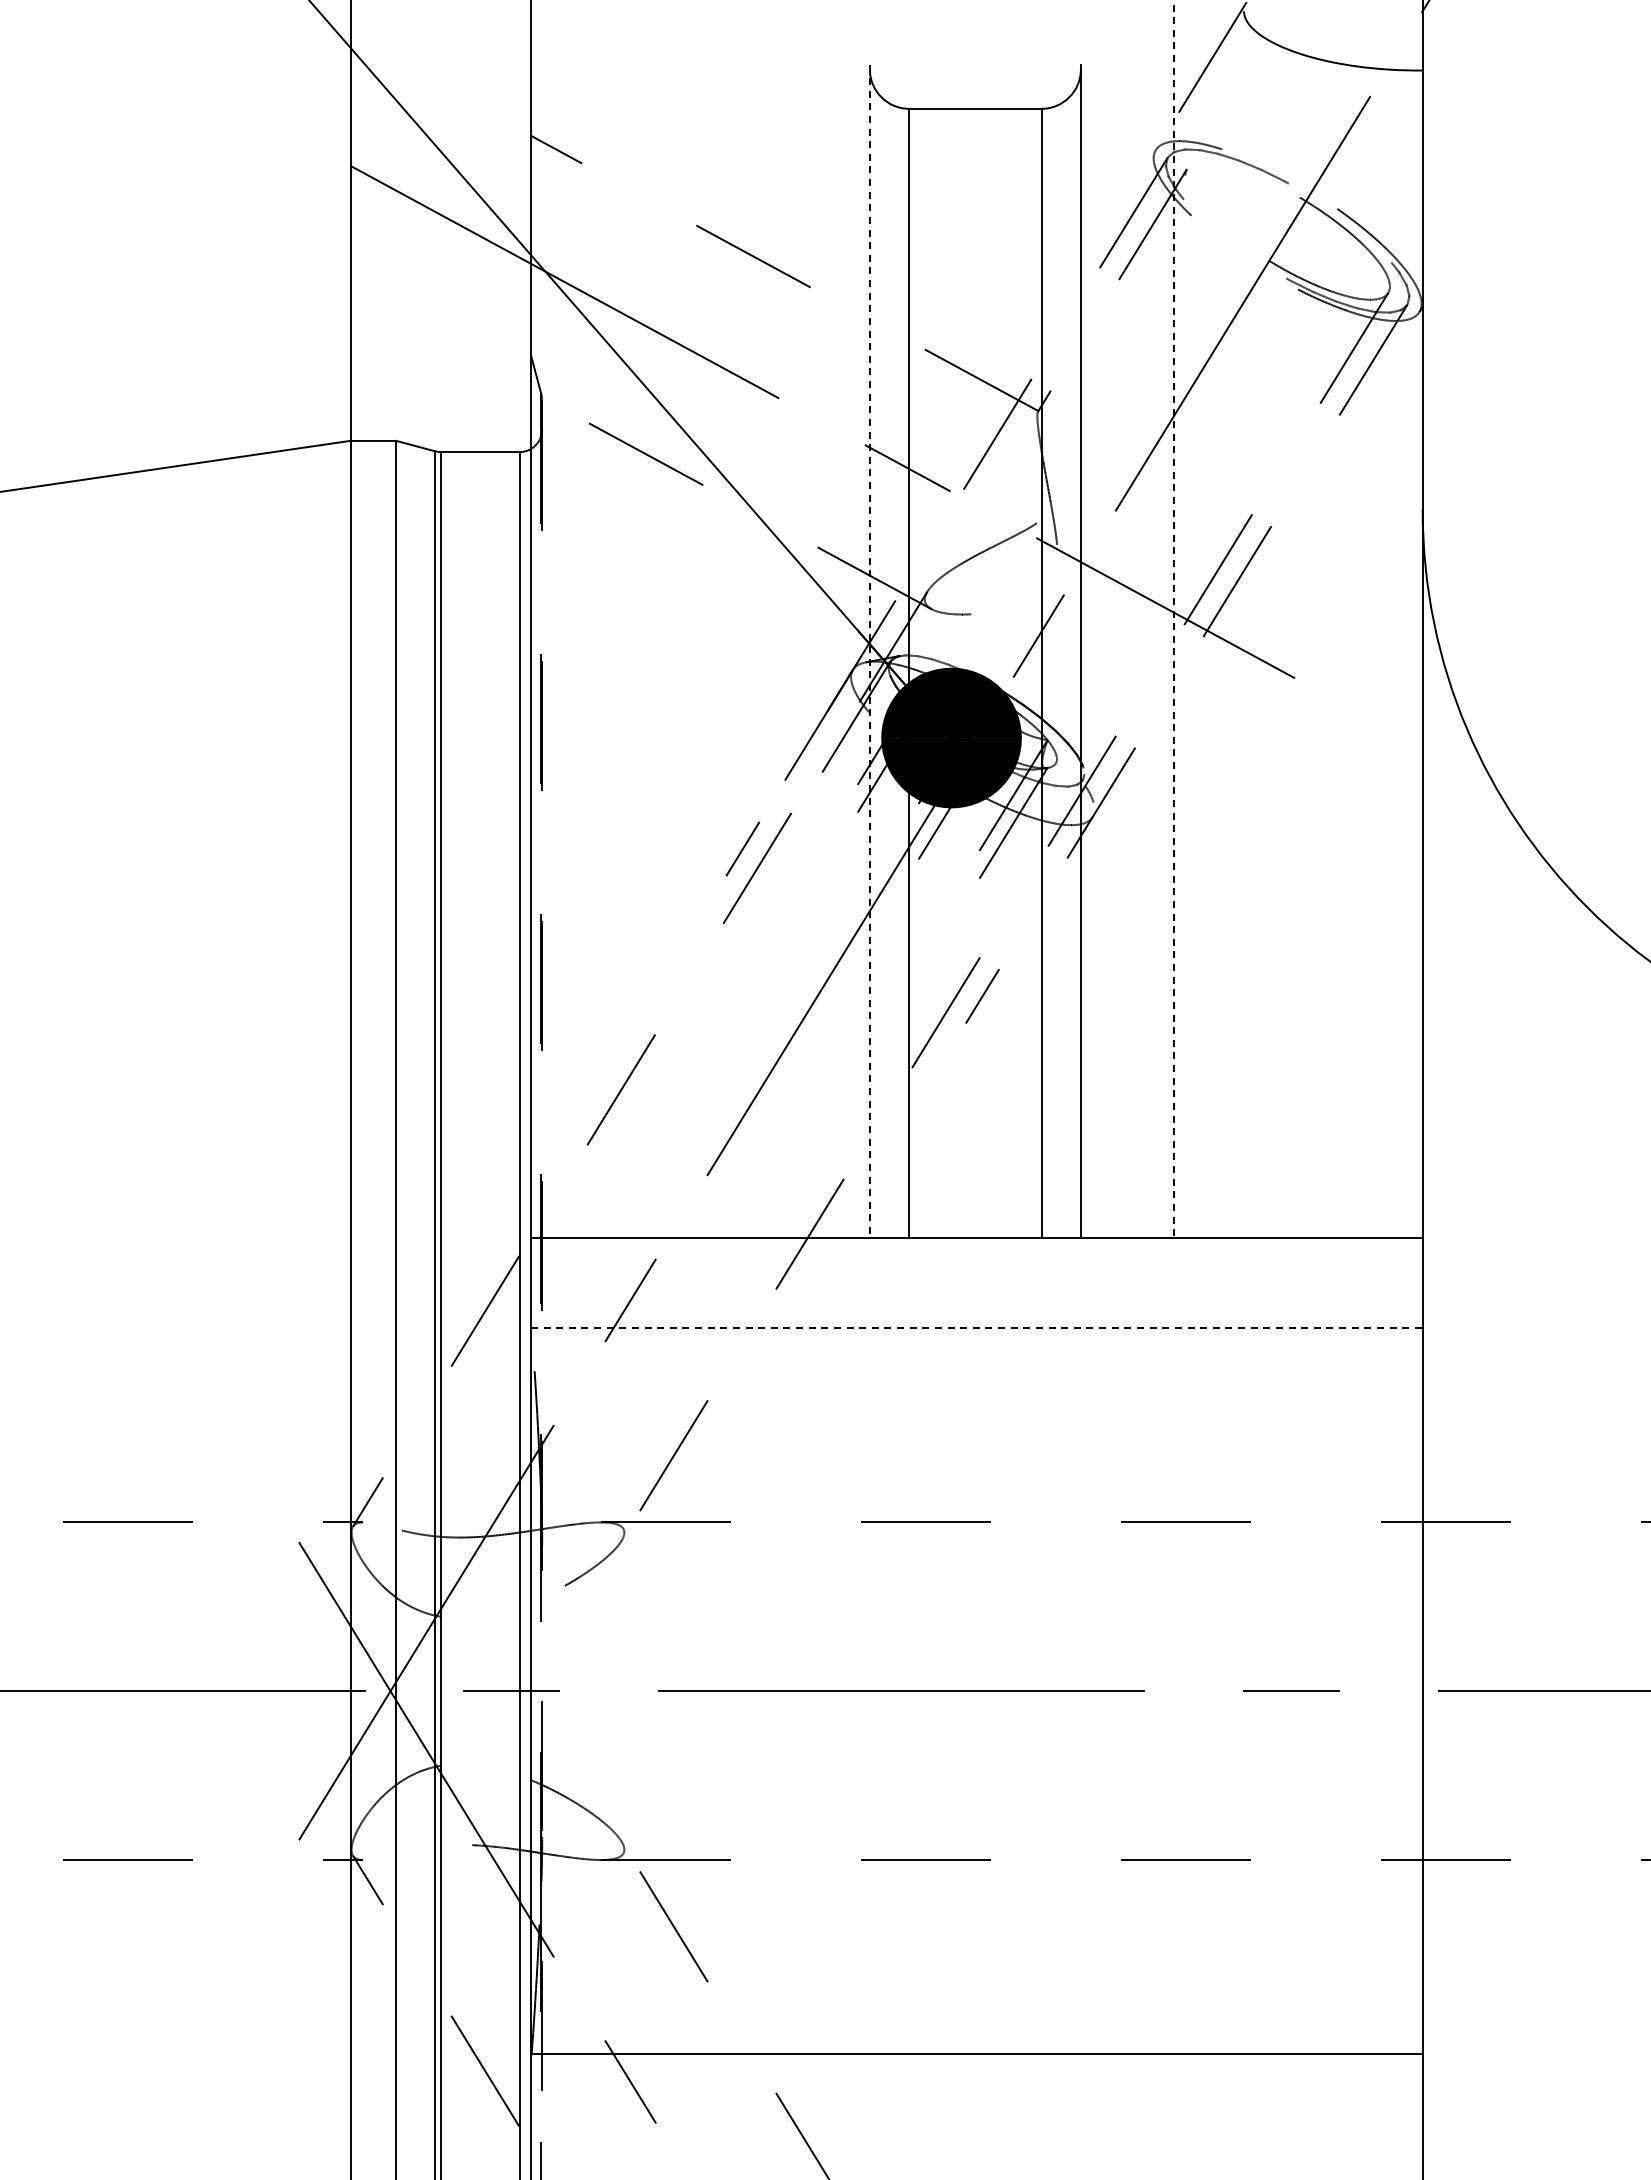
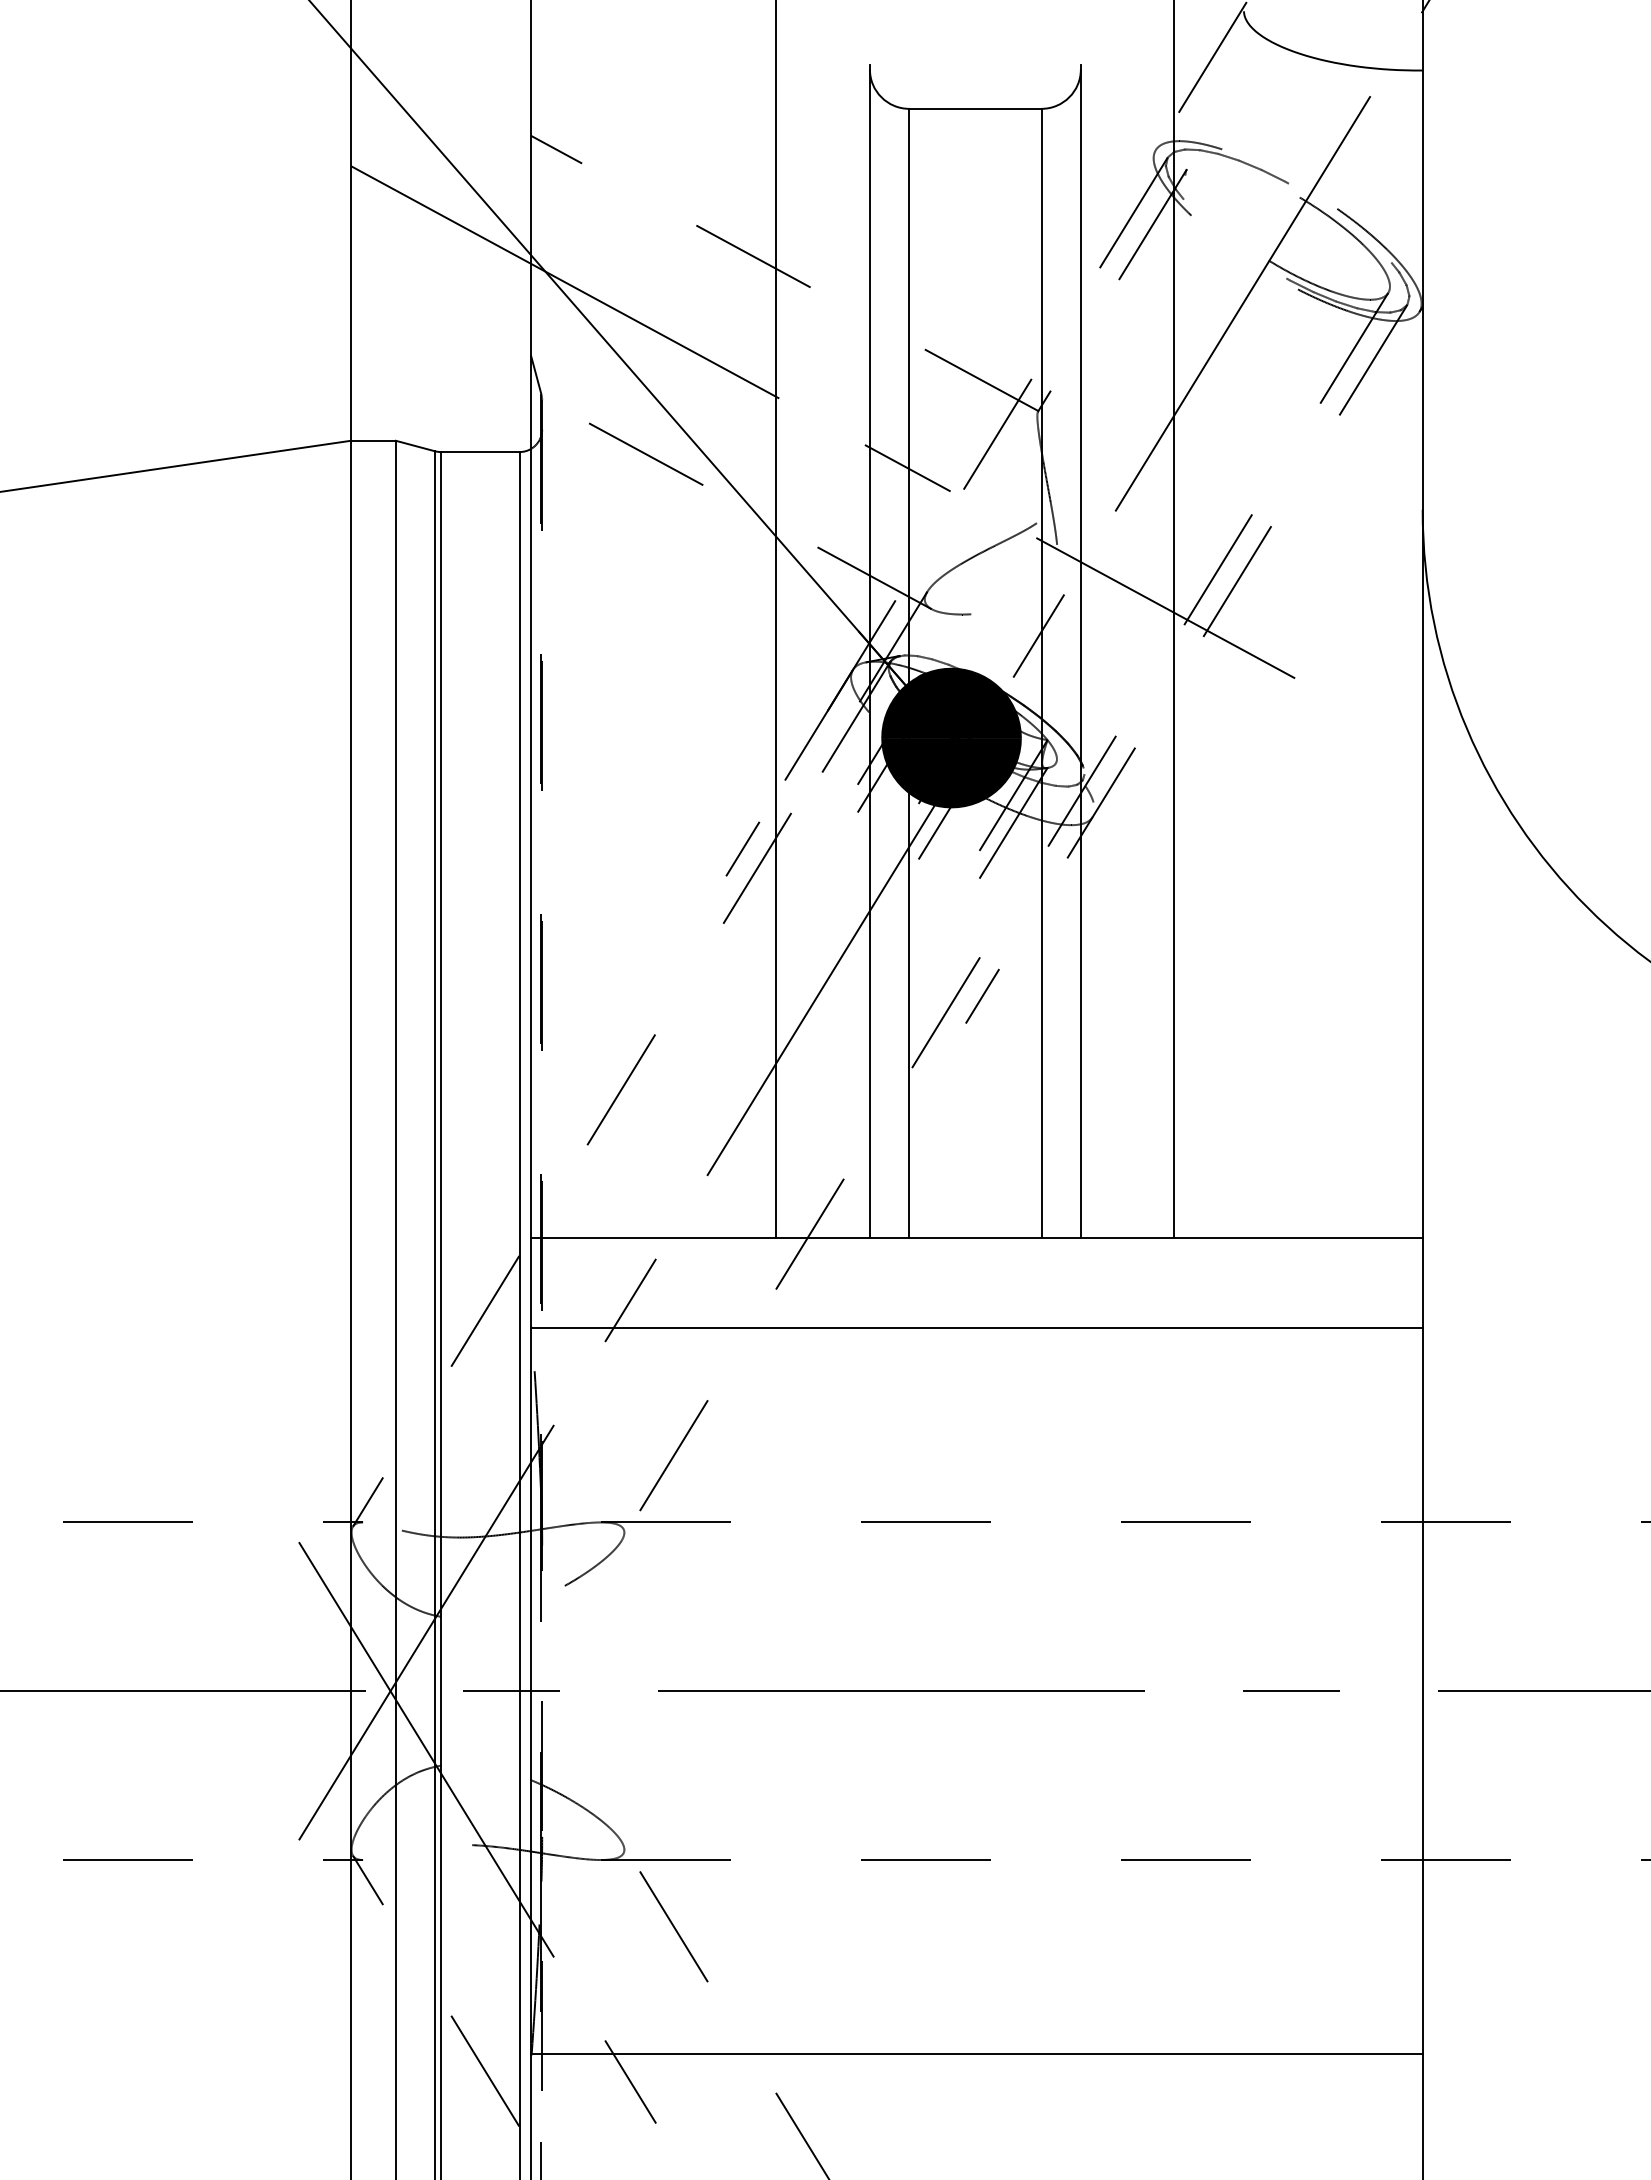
line at (1174, 619): dashed -> solid
line at (776, 620): none -> present
line at (869, 652): dashed -> solid
line at (976, 1328): dashed -> solid
